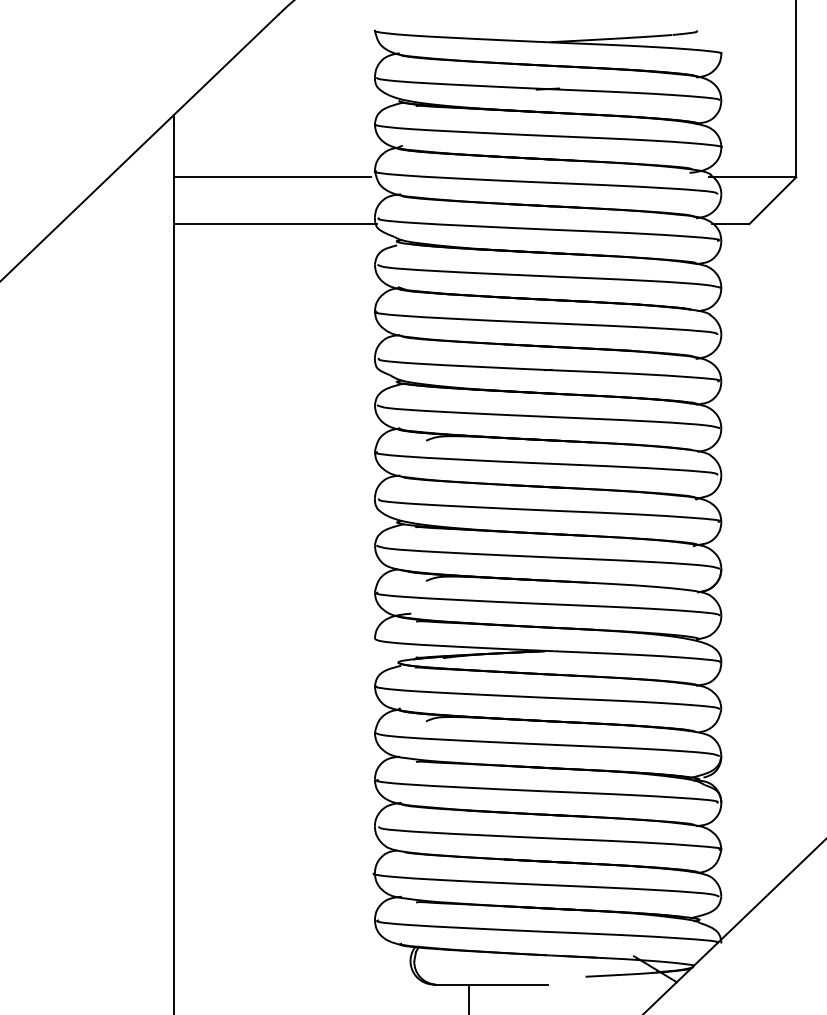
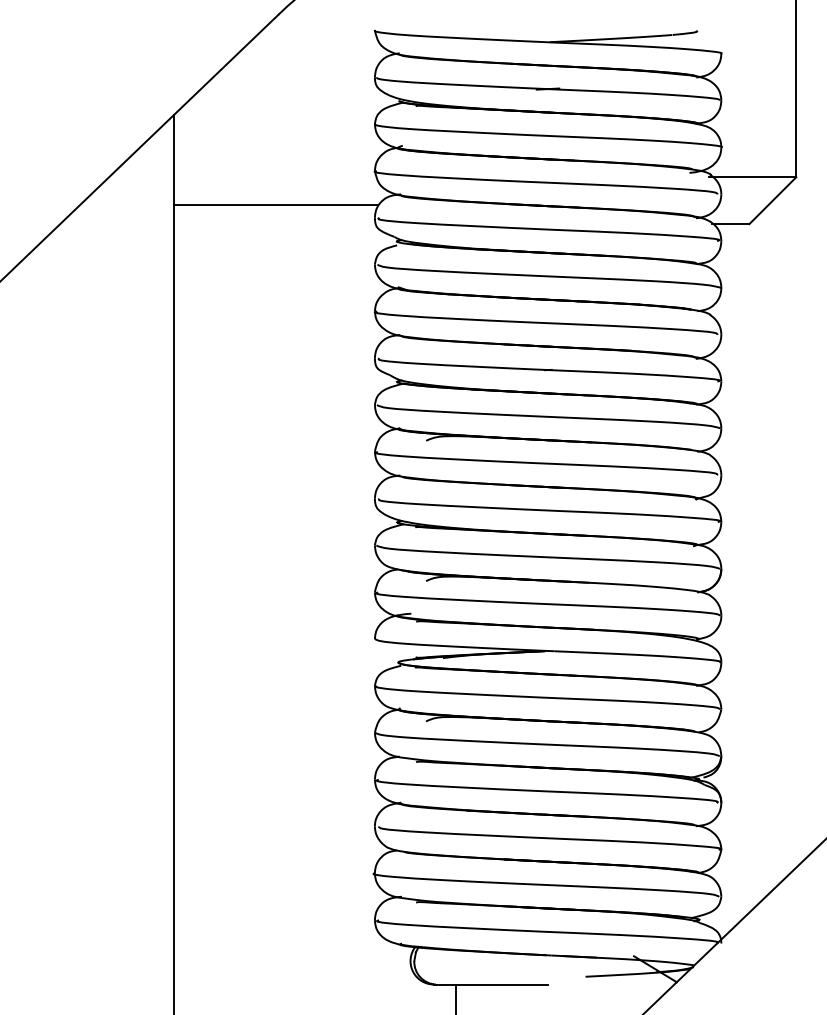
line at (272, 177): present -> none
line at (274, 224) position: (274, 224) -> (274, 205)
line at (468, 997) position: (468, 997) -> (455, 997)
